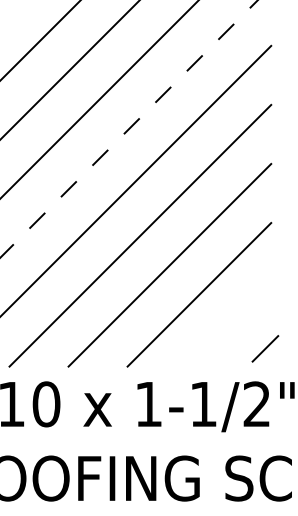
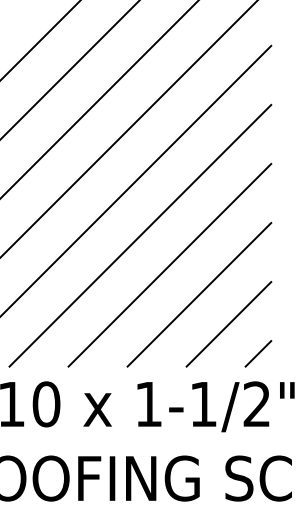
line at (129, 128): dashed -> solid
line at (228, 324): none -> present
line at (265, 348) position: (265, 348) -> (258, 353)
